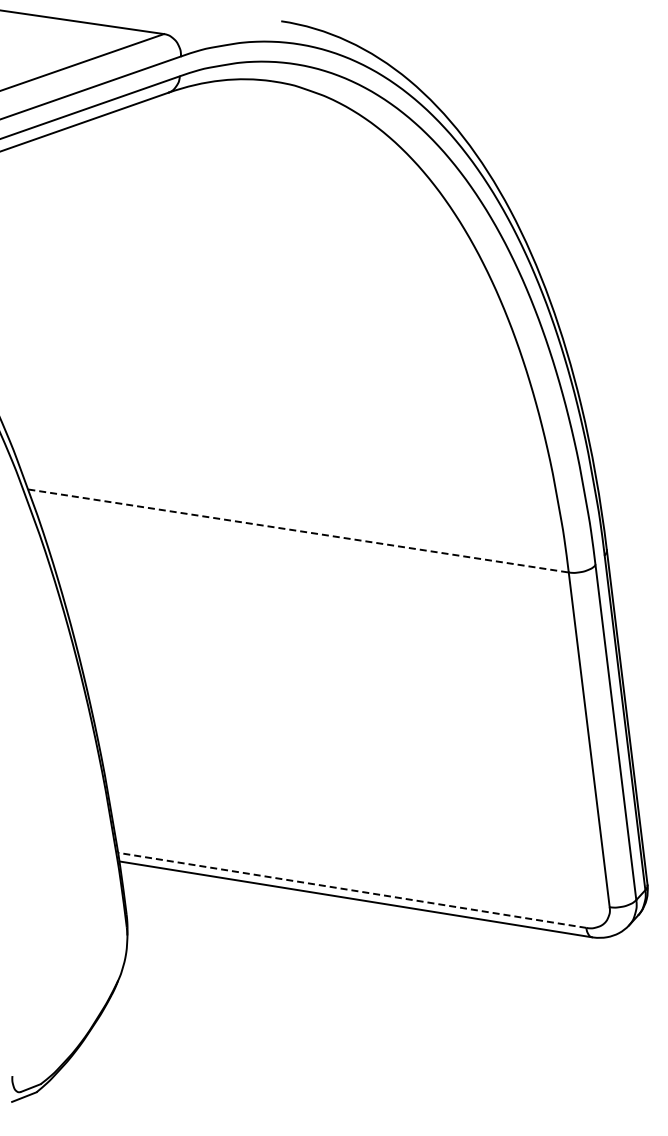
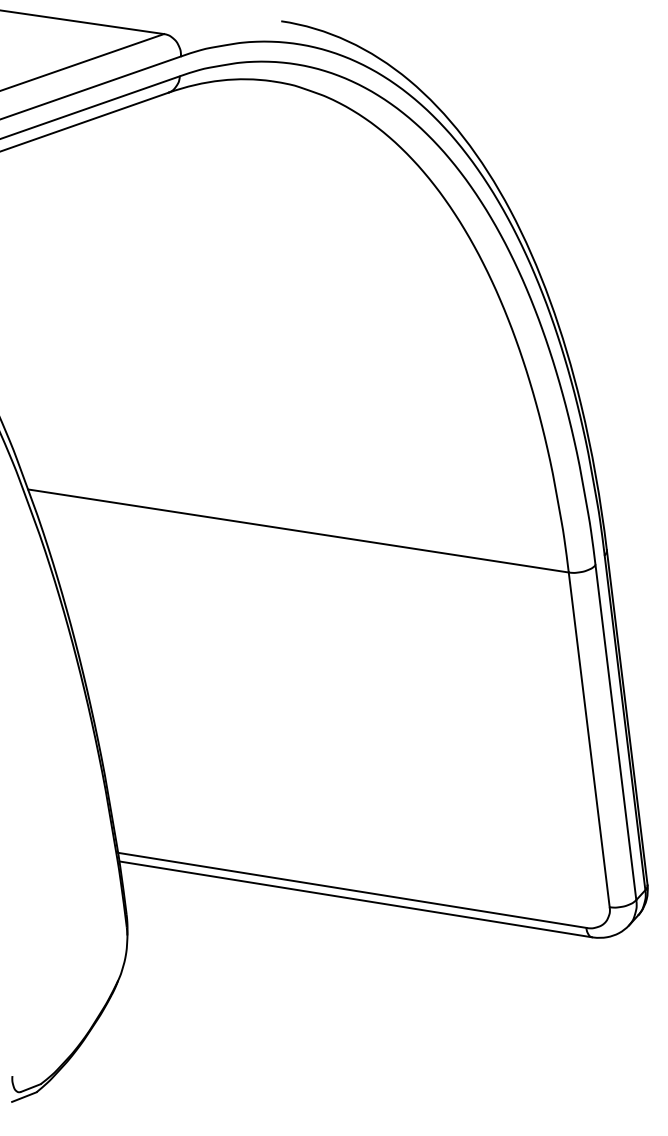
line at (299, 531): dashed -> solid
line at (351, 890): dashed -> solid
